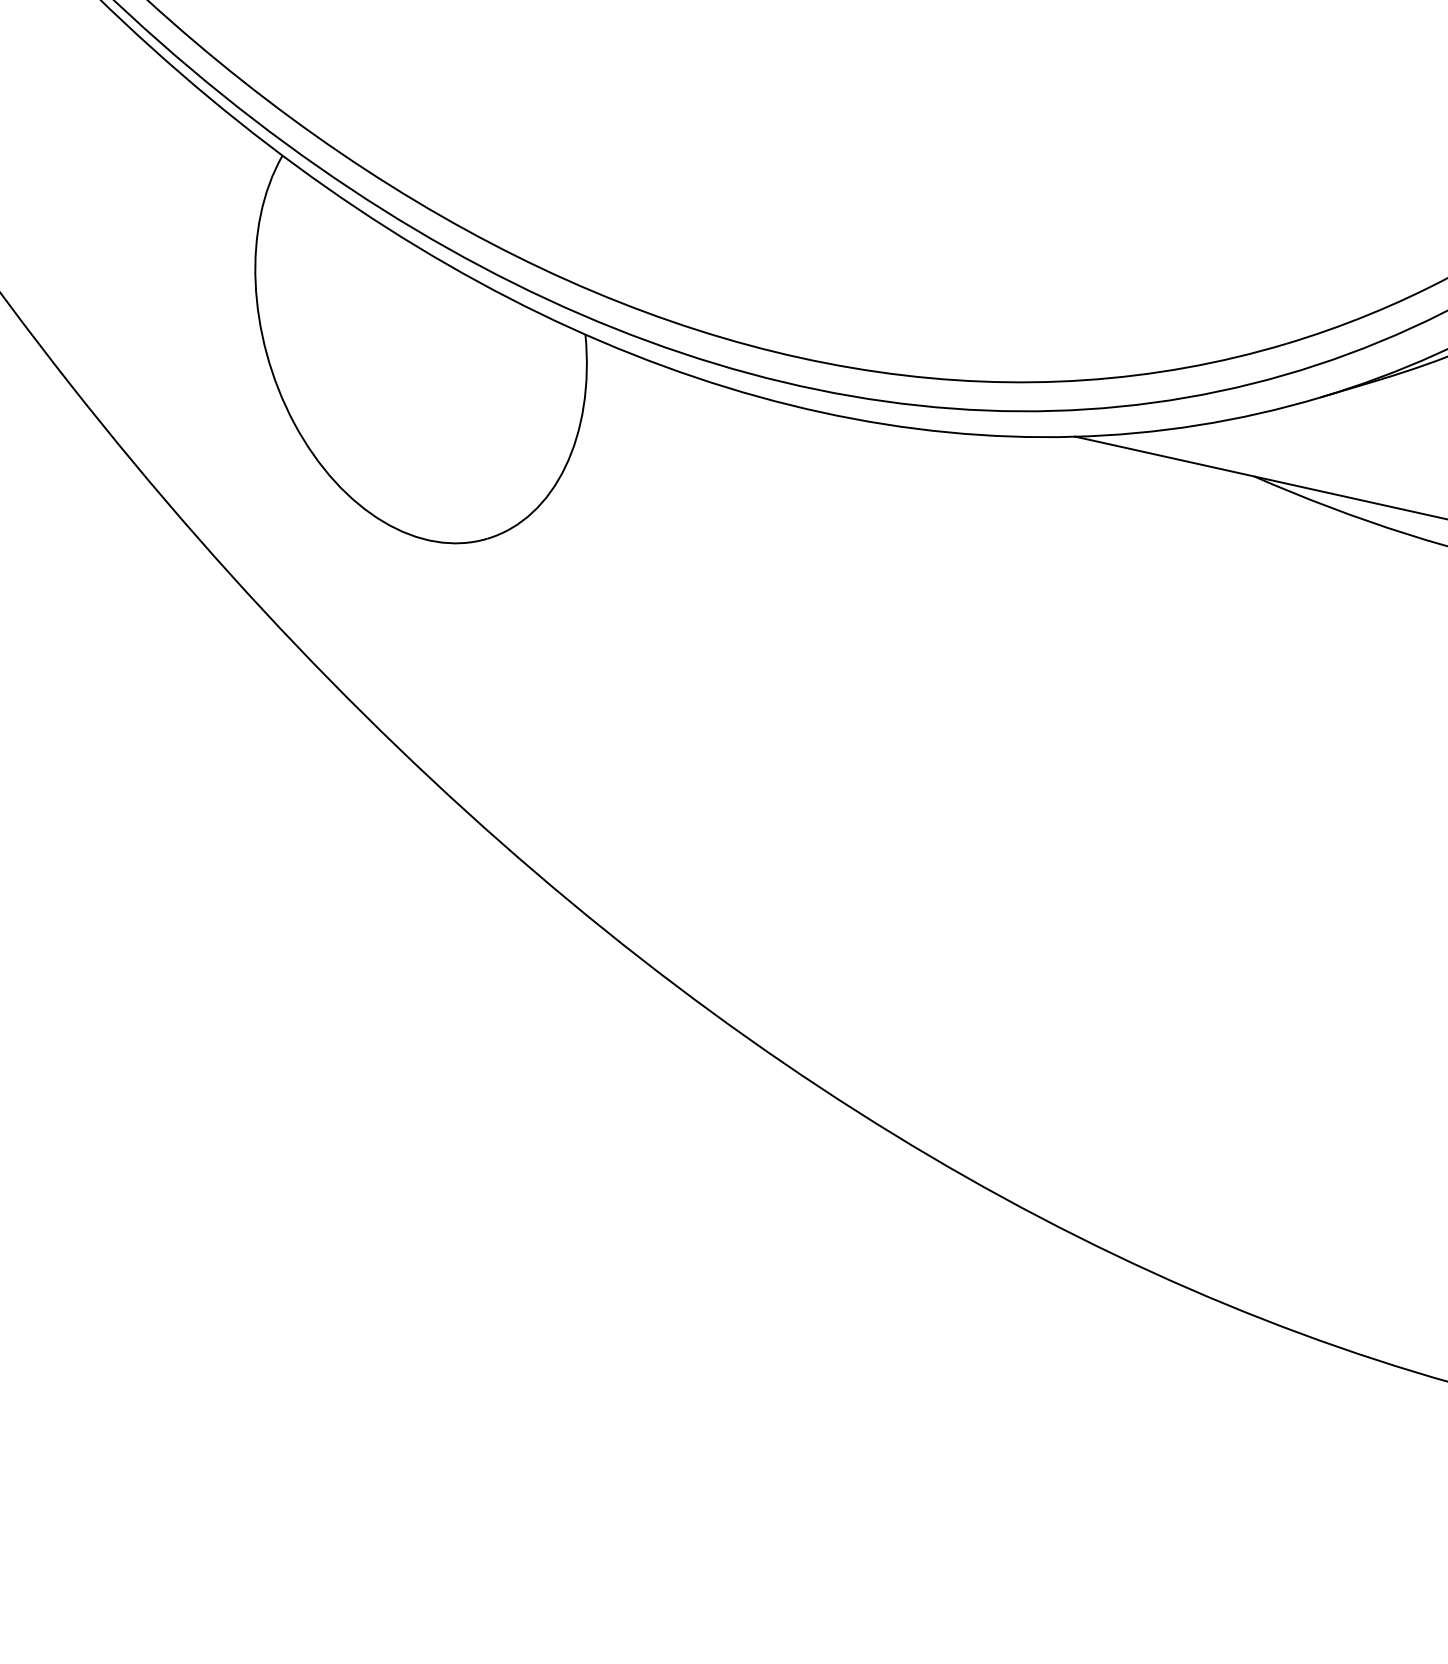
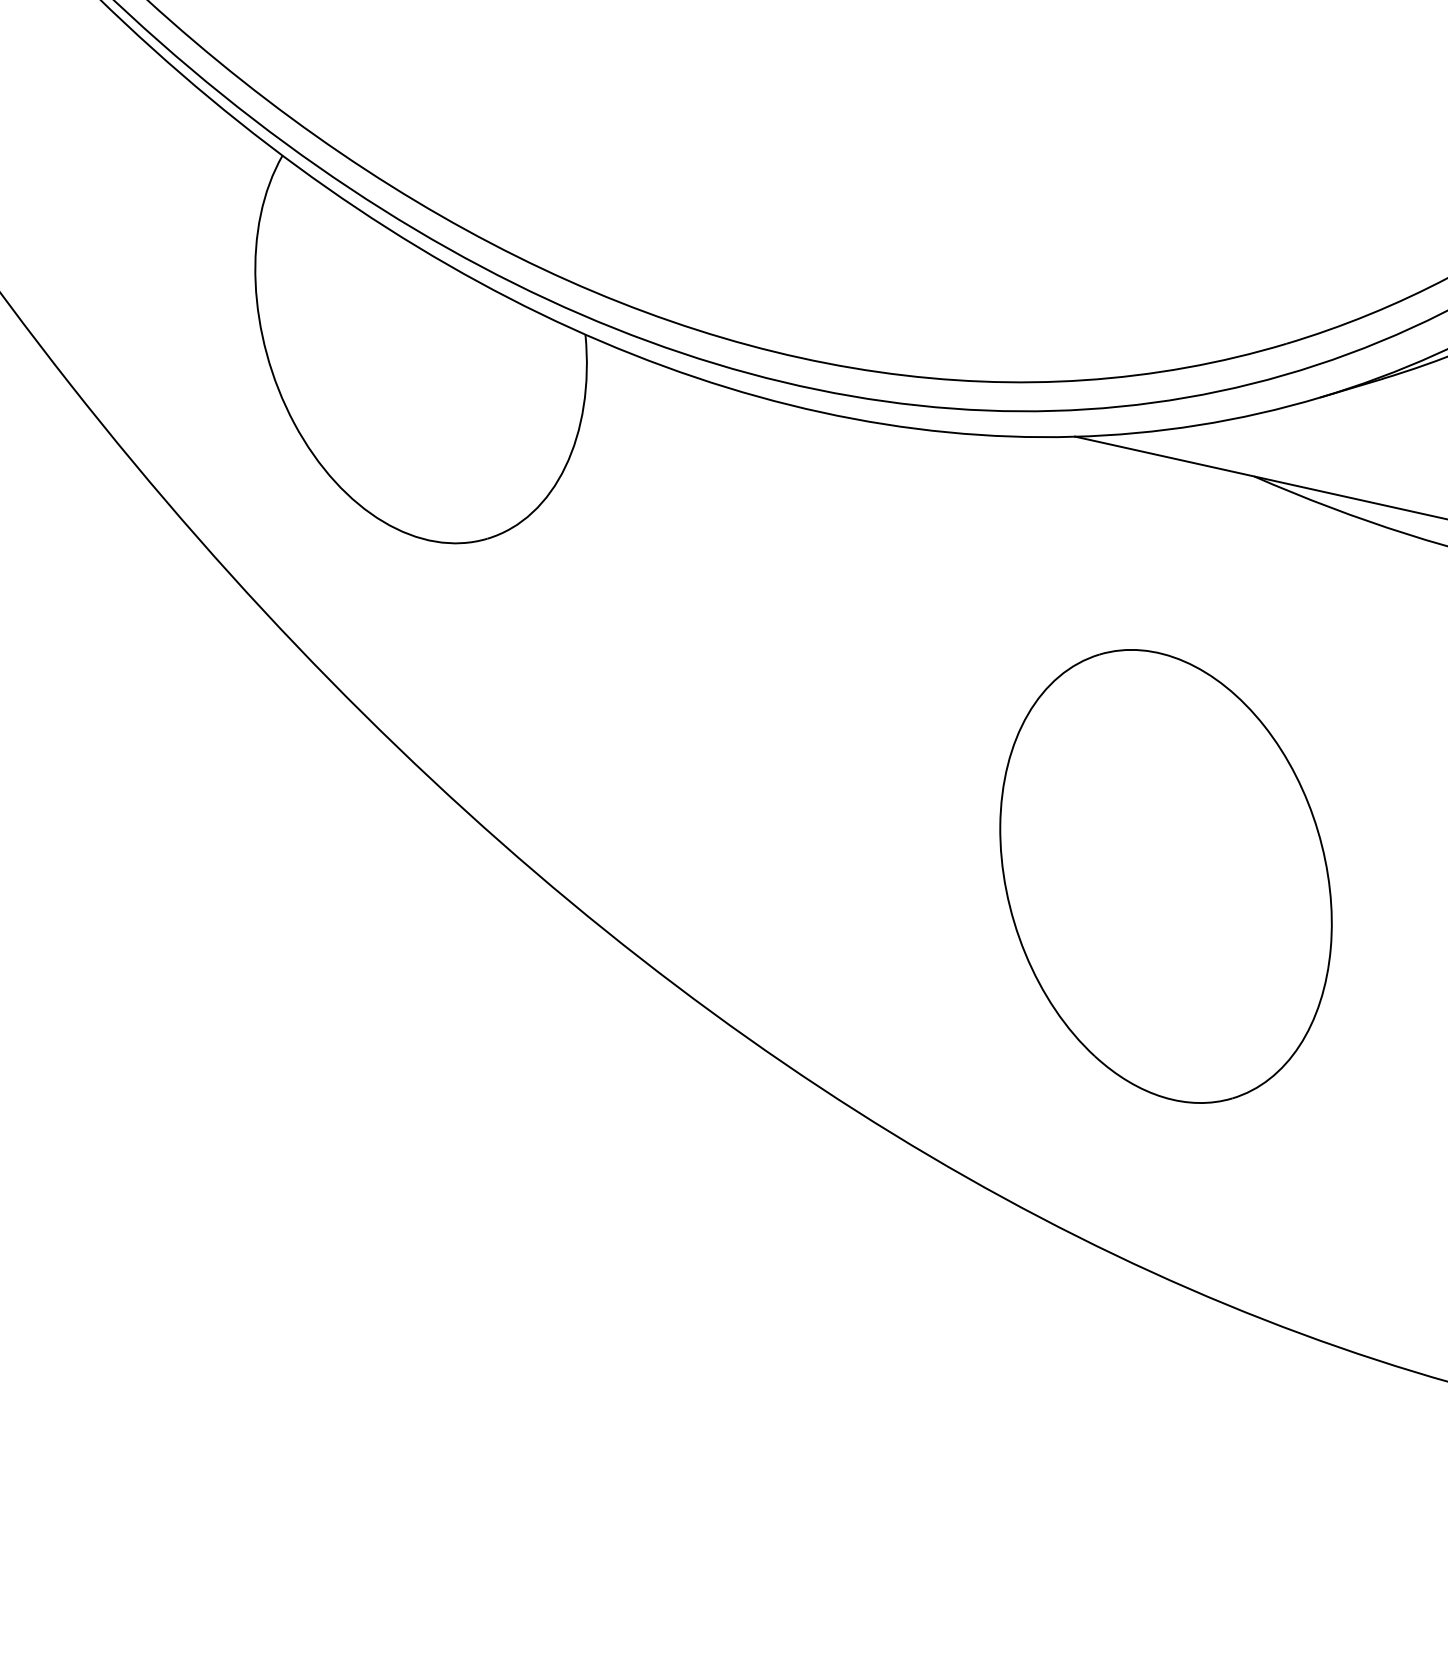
part at (1165, 876): none -> present
